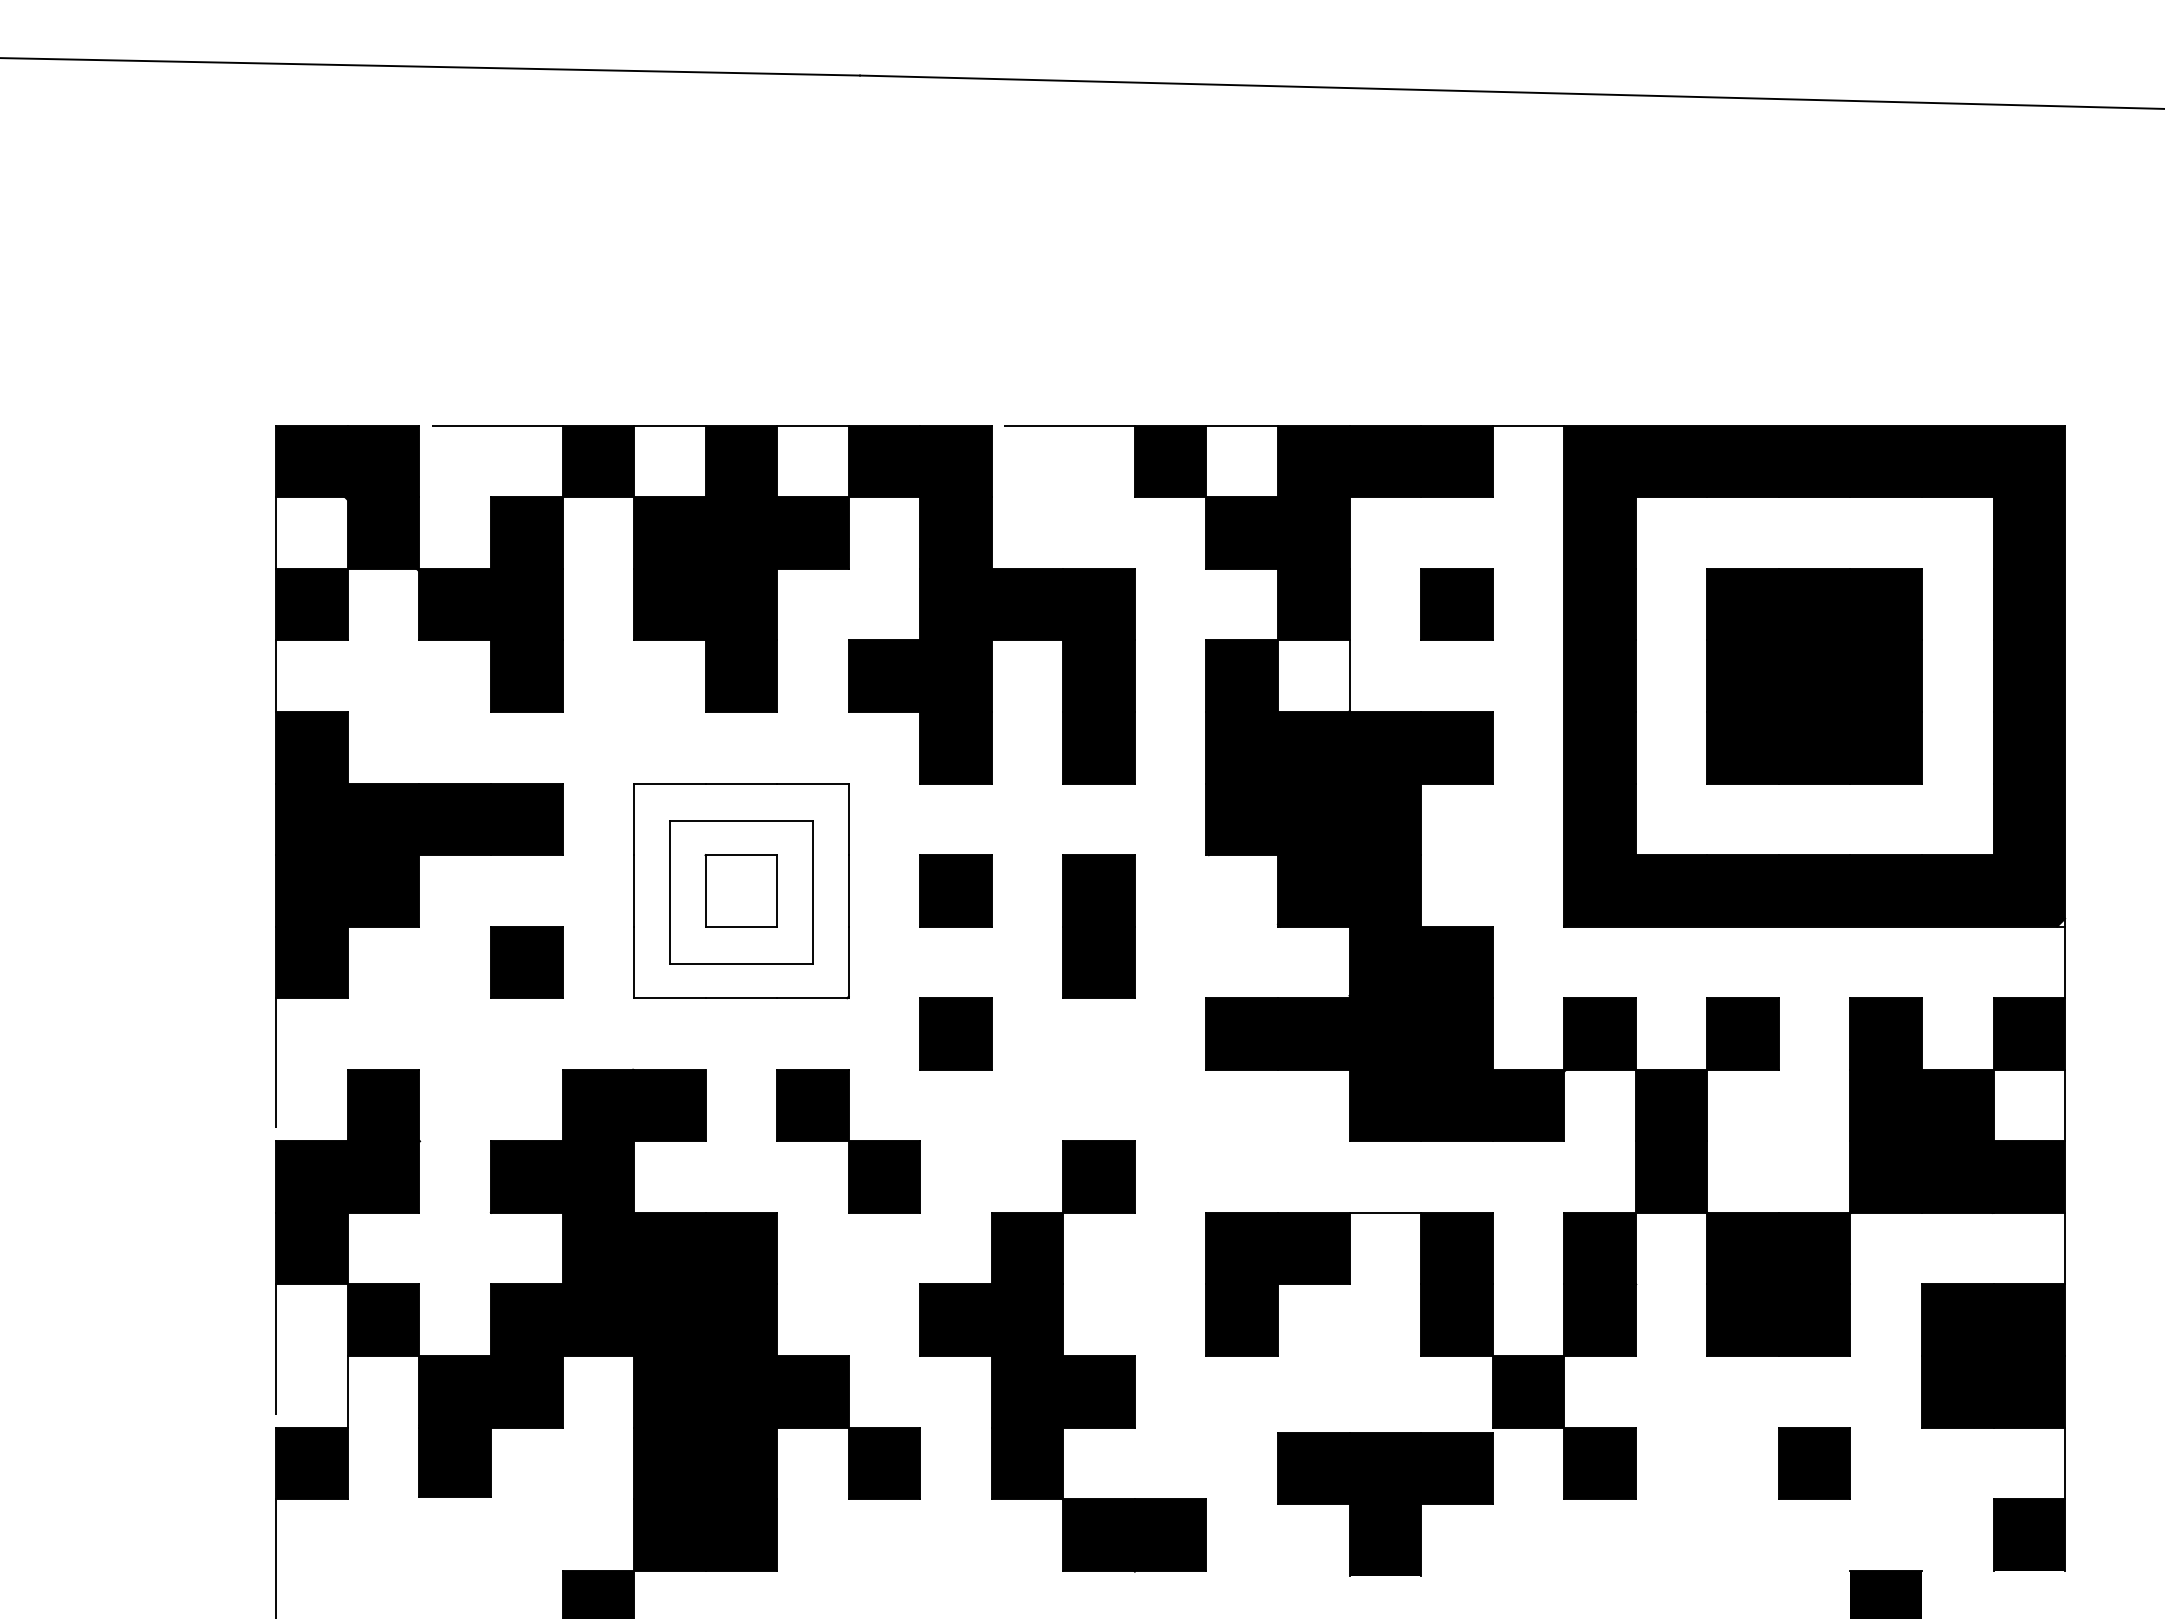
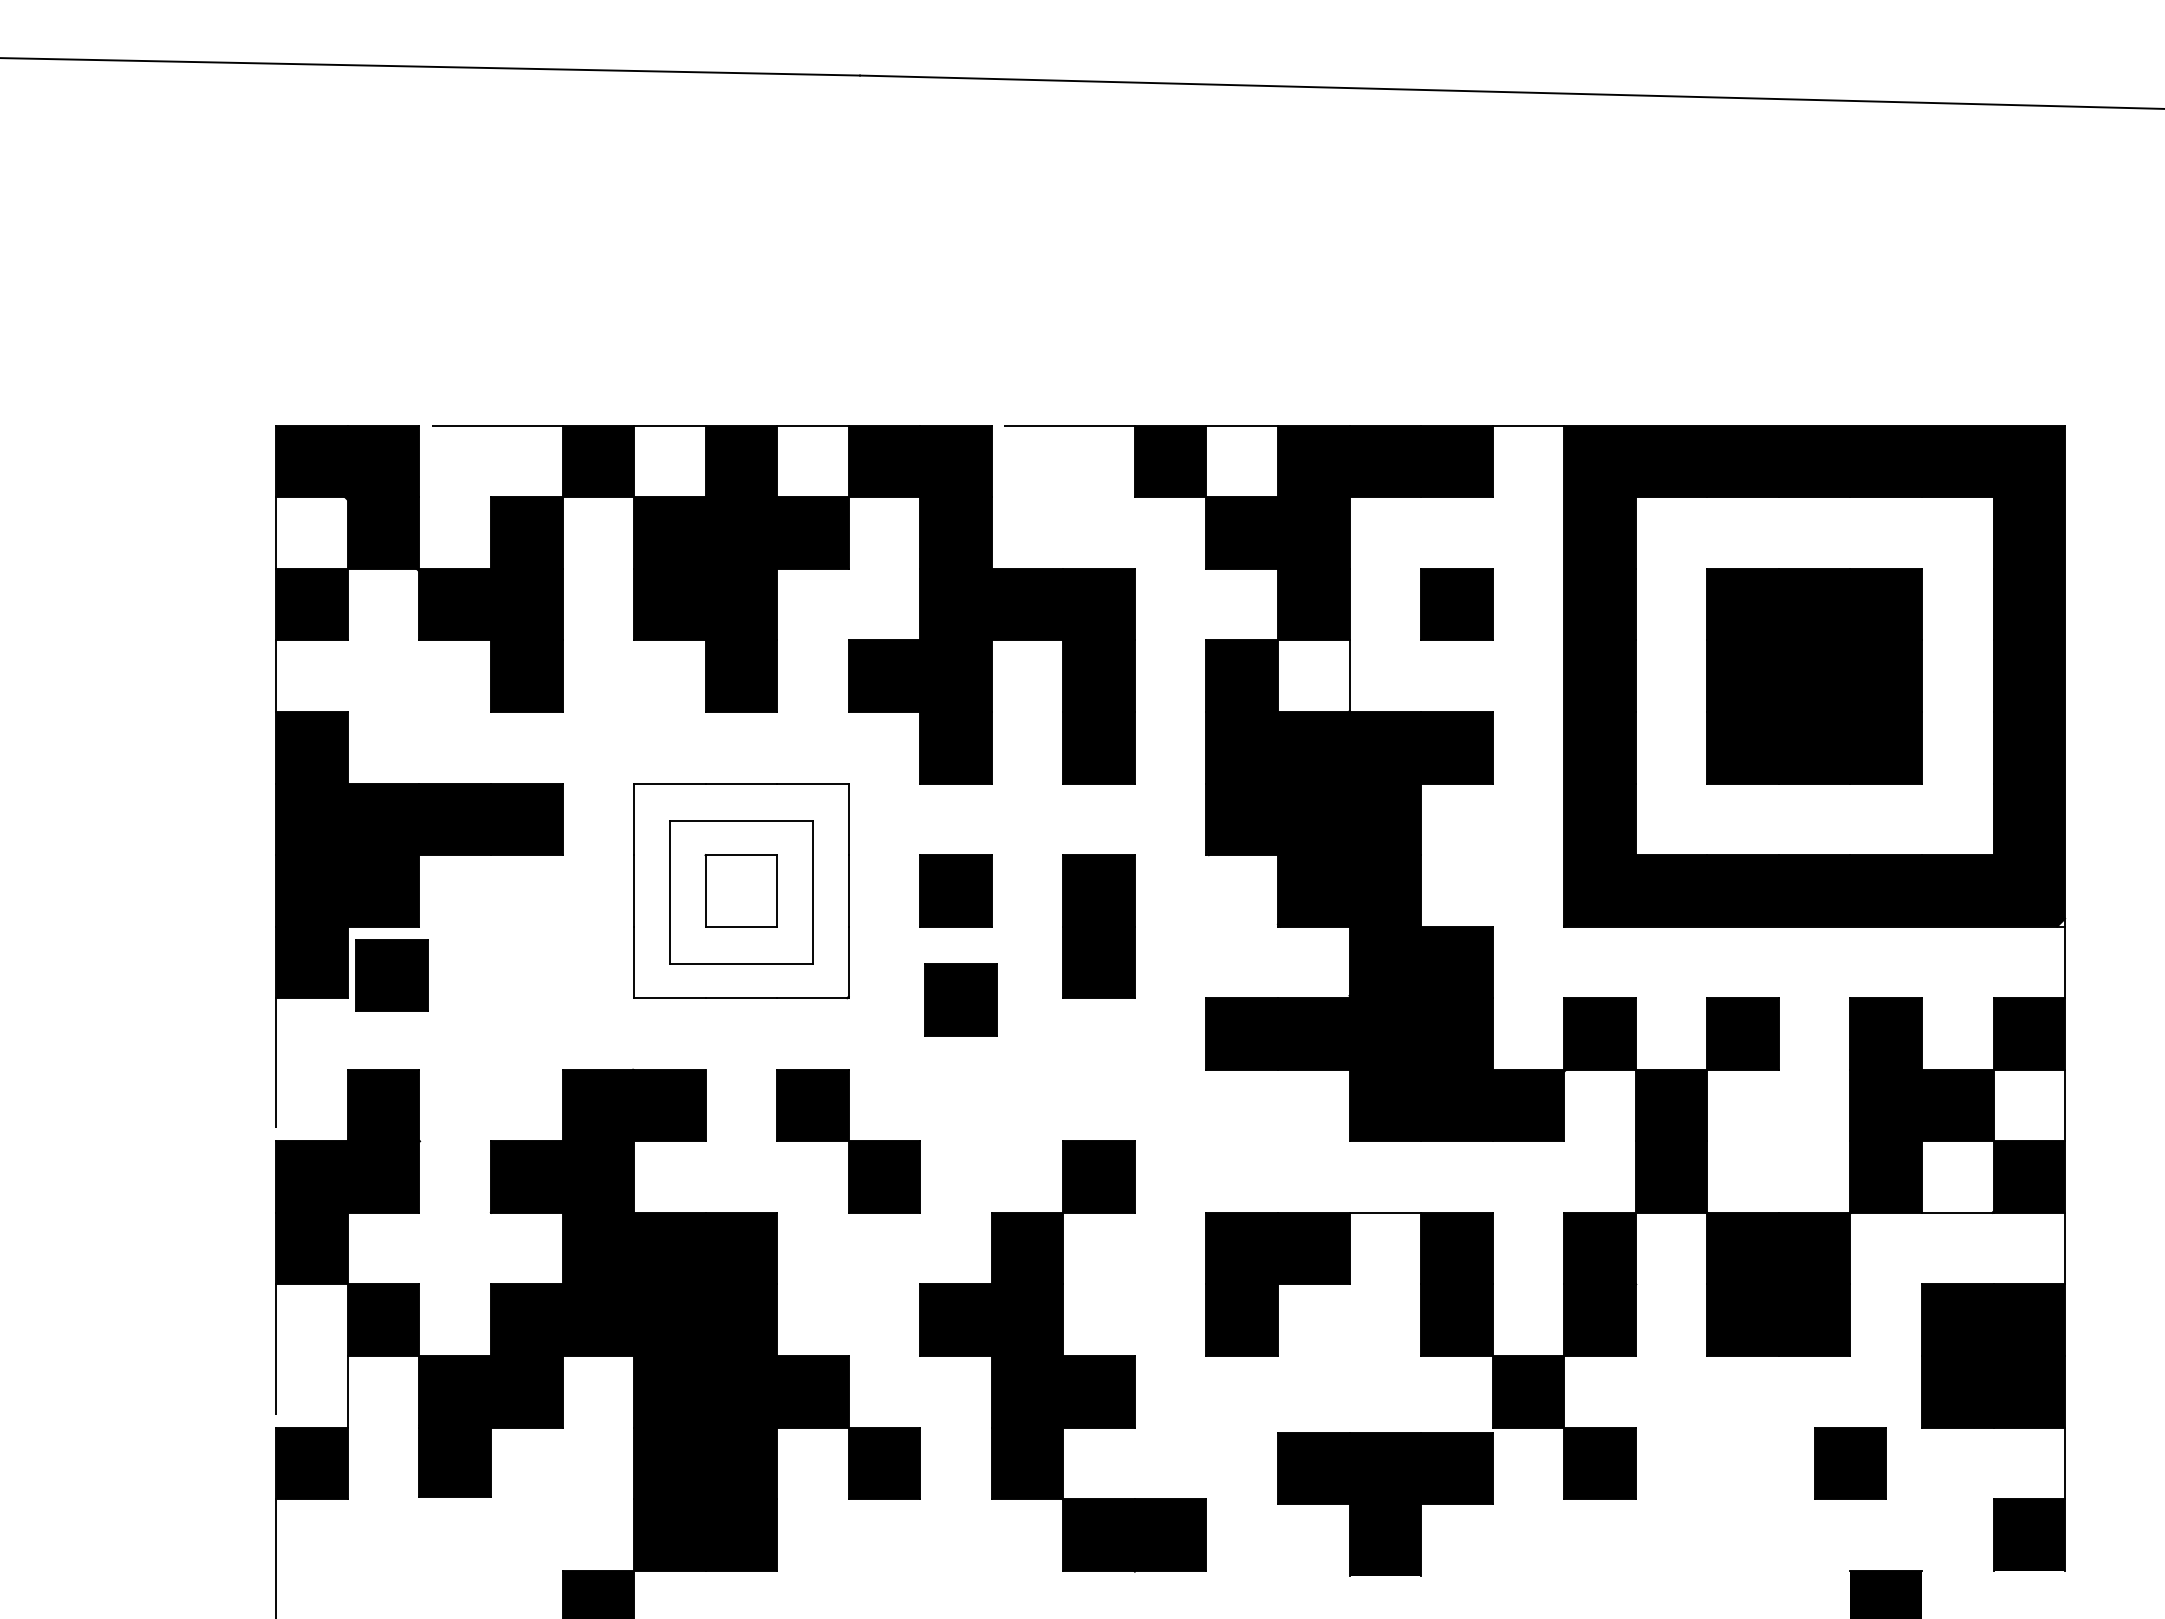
part at (526, 962) position: (526, 962) -> (391, 975)
part at (955, 1033) position: (955, 1033) -> (960, 999)
fill at (1957, 1176): present -> none
part at (1814, 1463) position: (1814, 1463) -> (1850, 1463)
